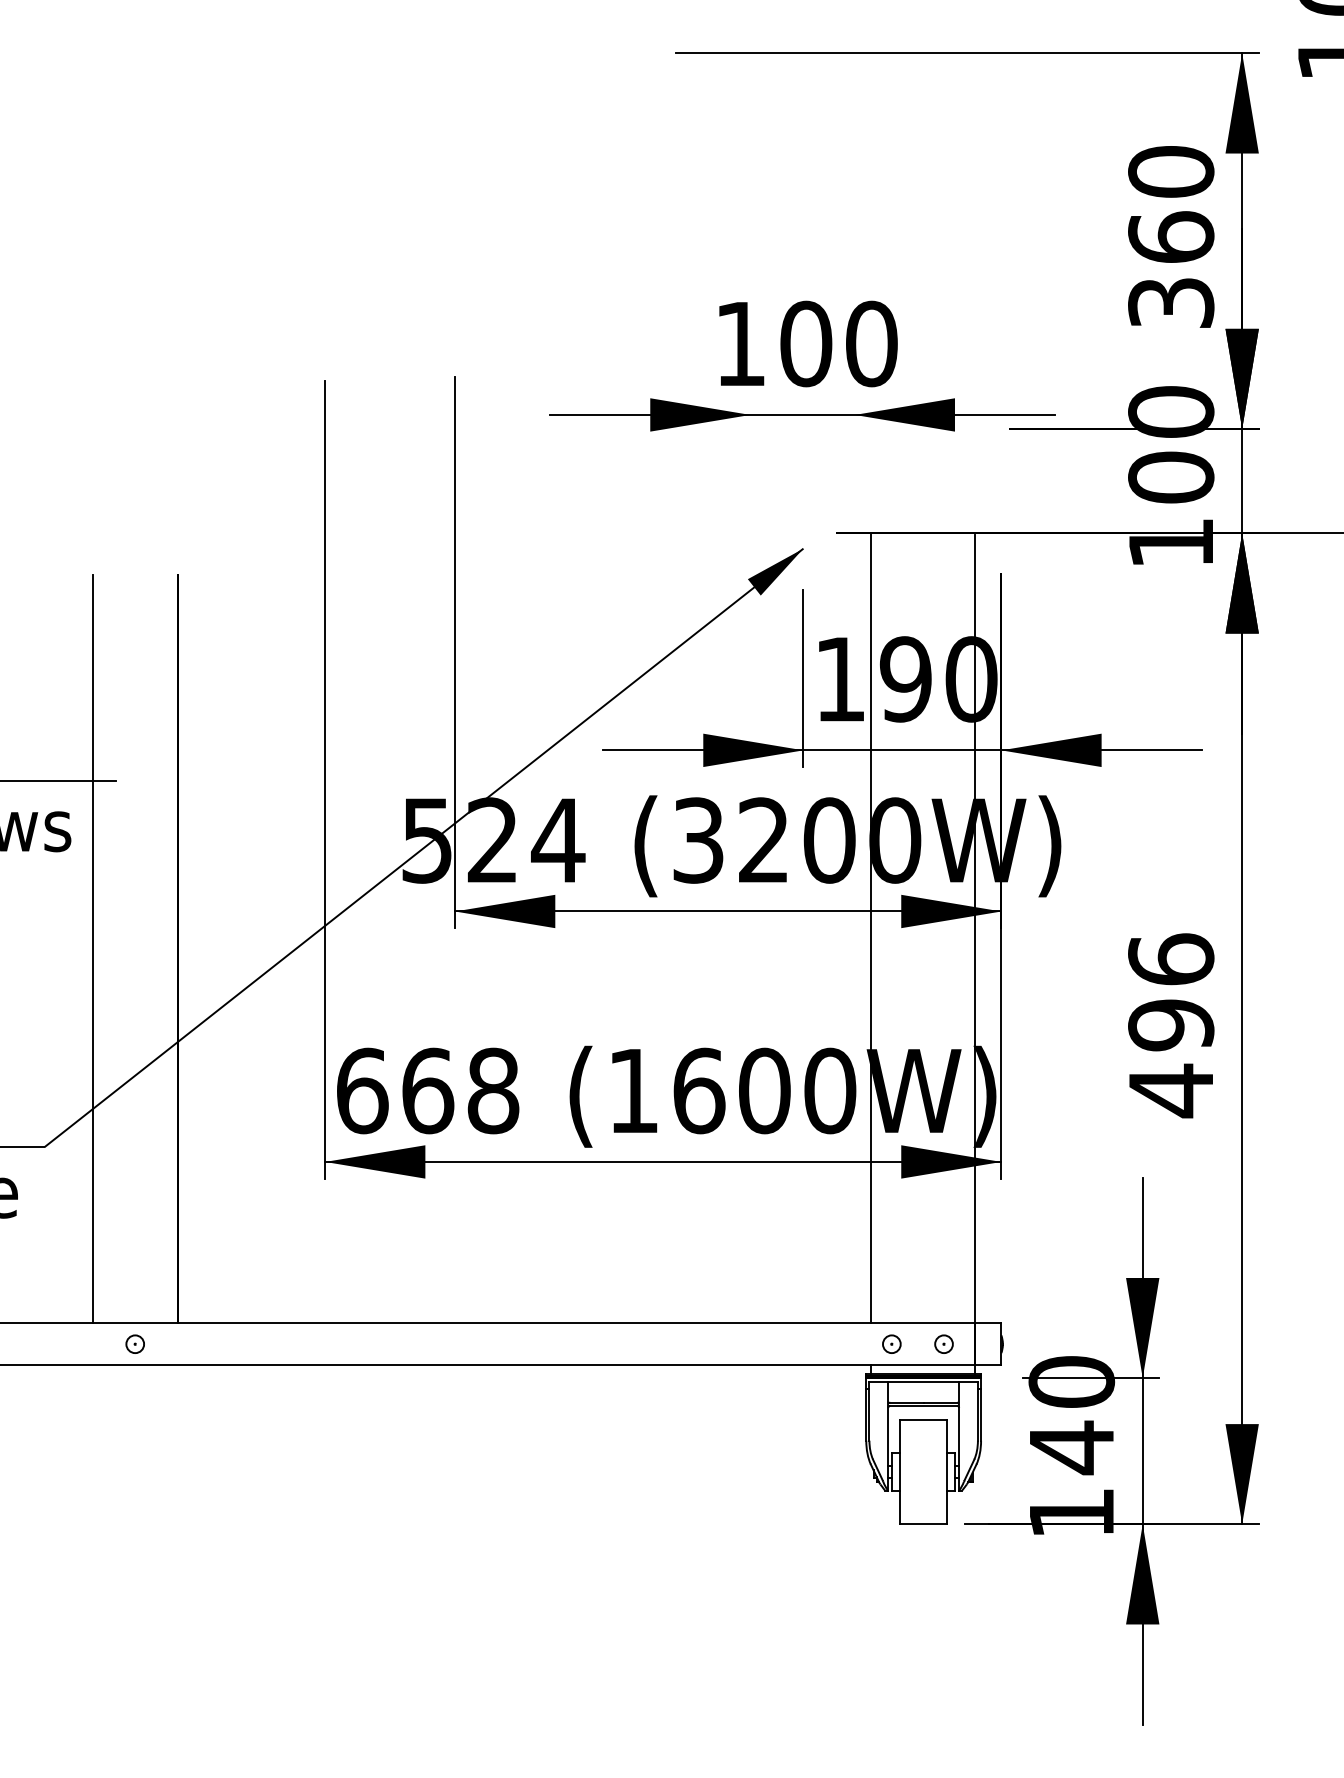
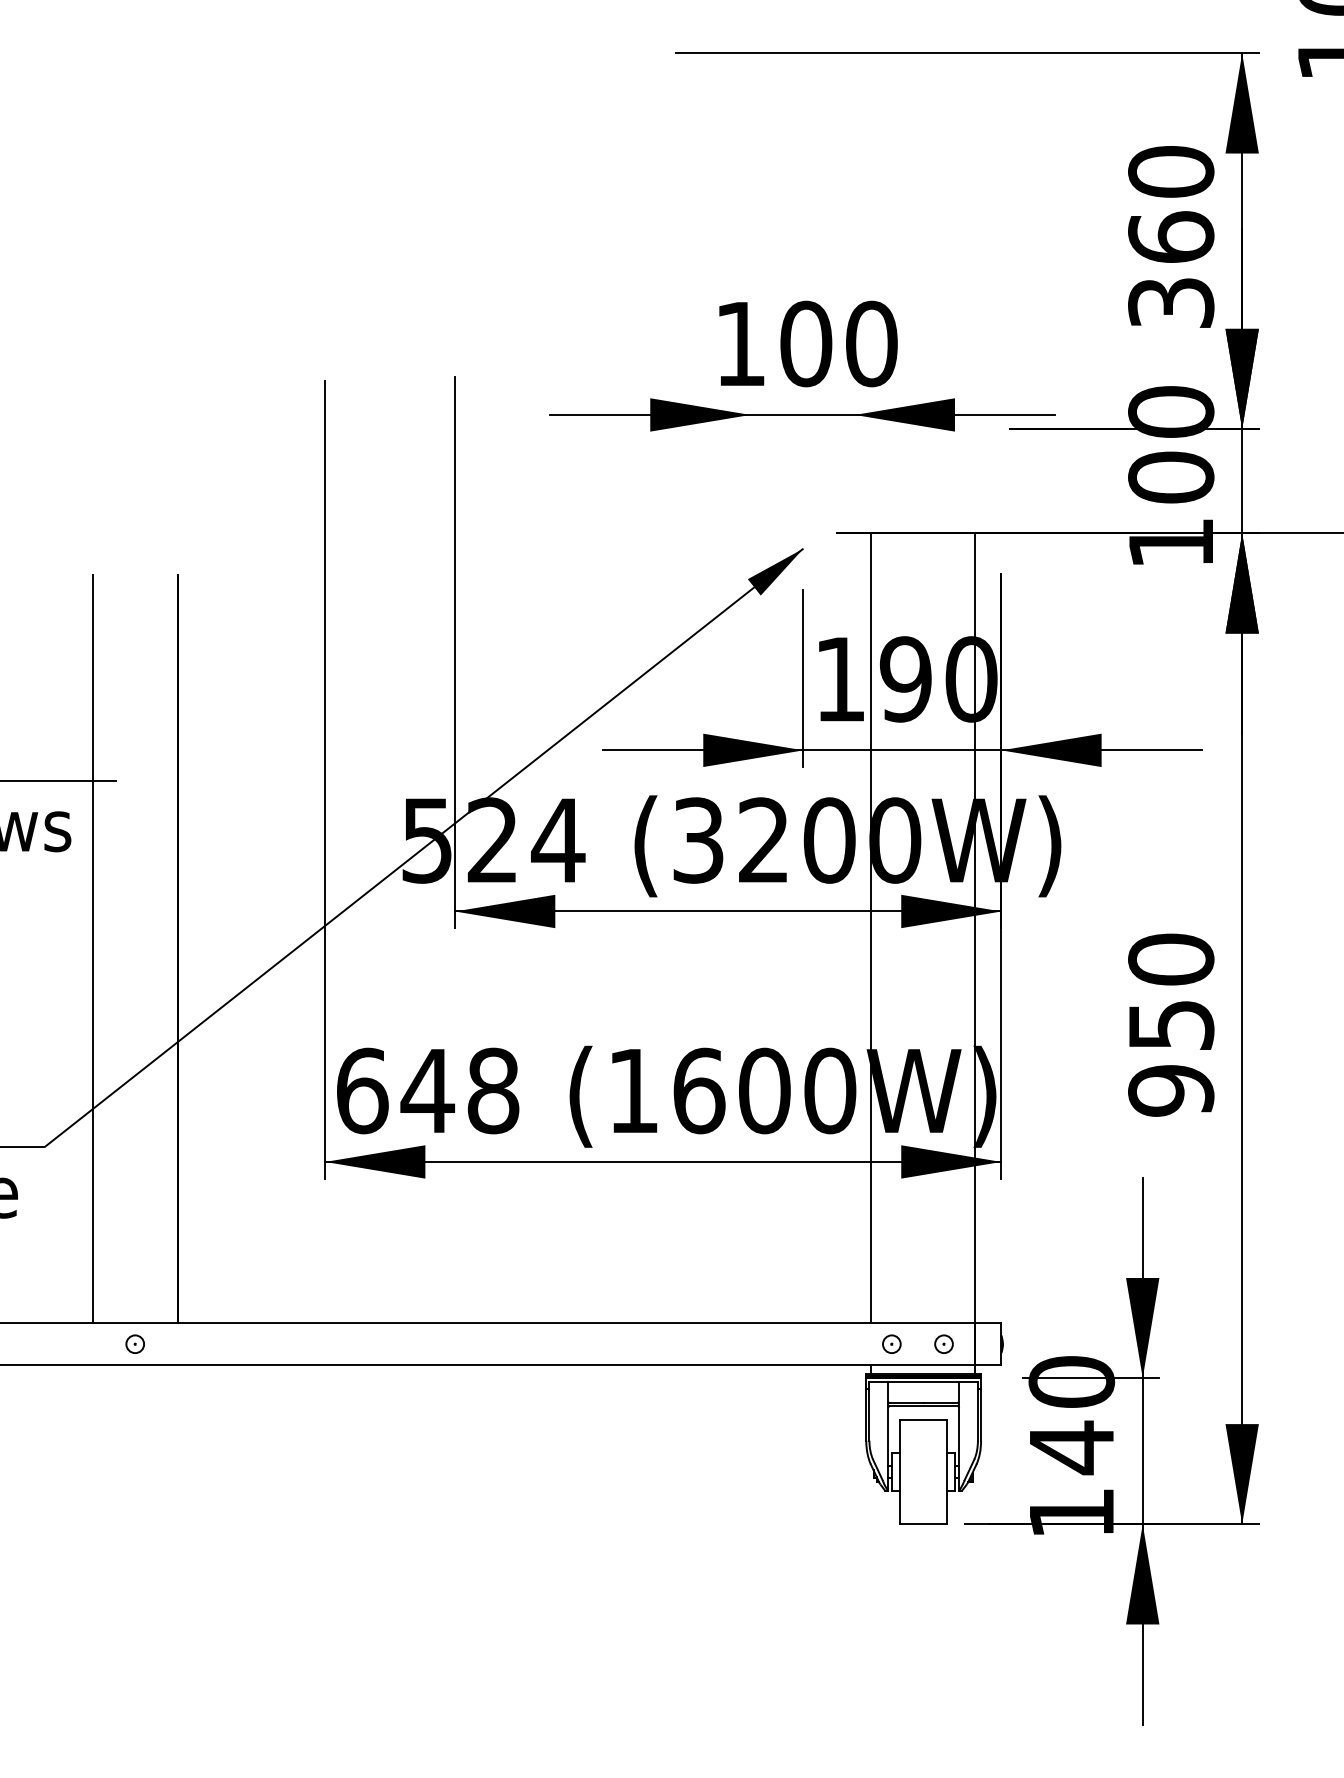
text at (1171, 1025): 496 -> 950
text at (427, 1090): 668 -> 648
